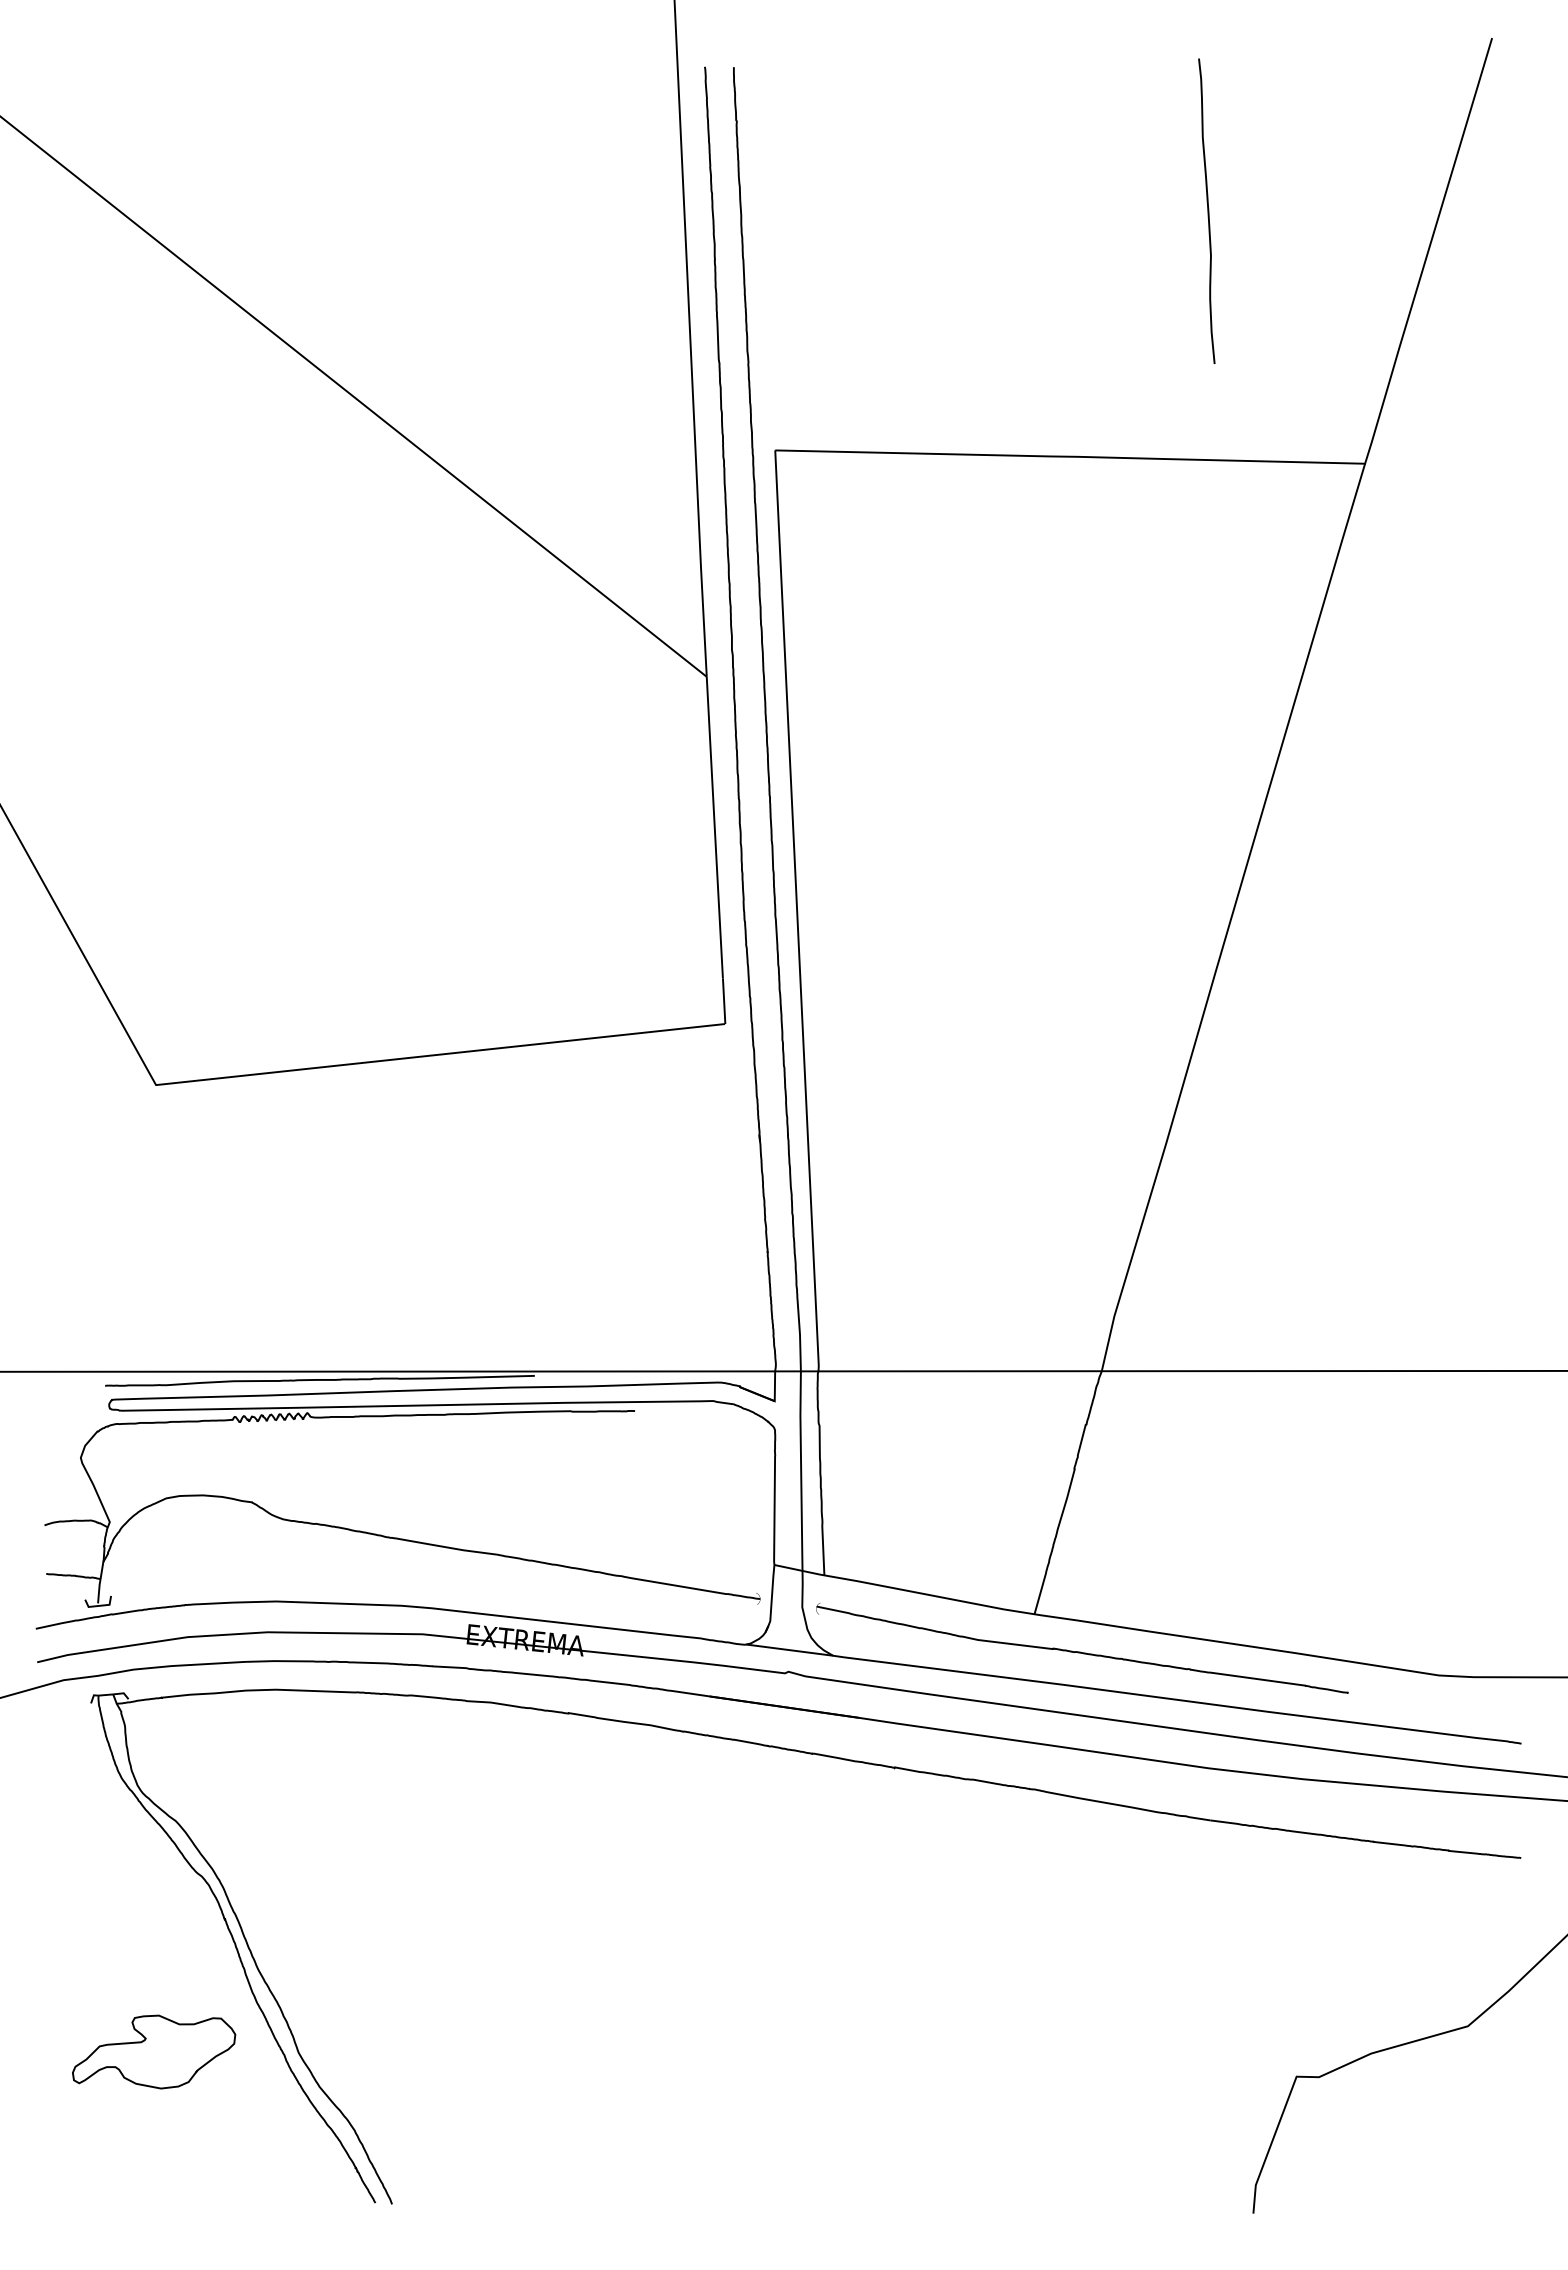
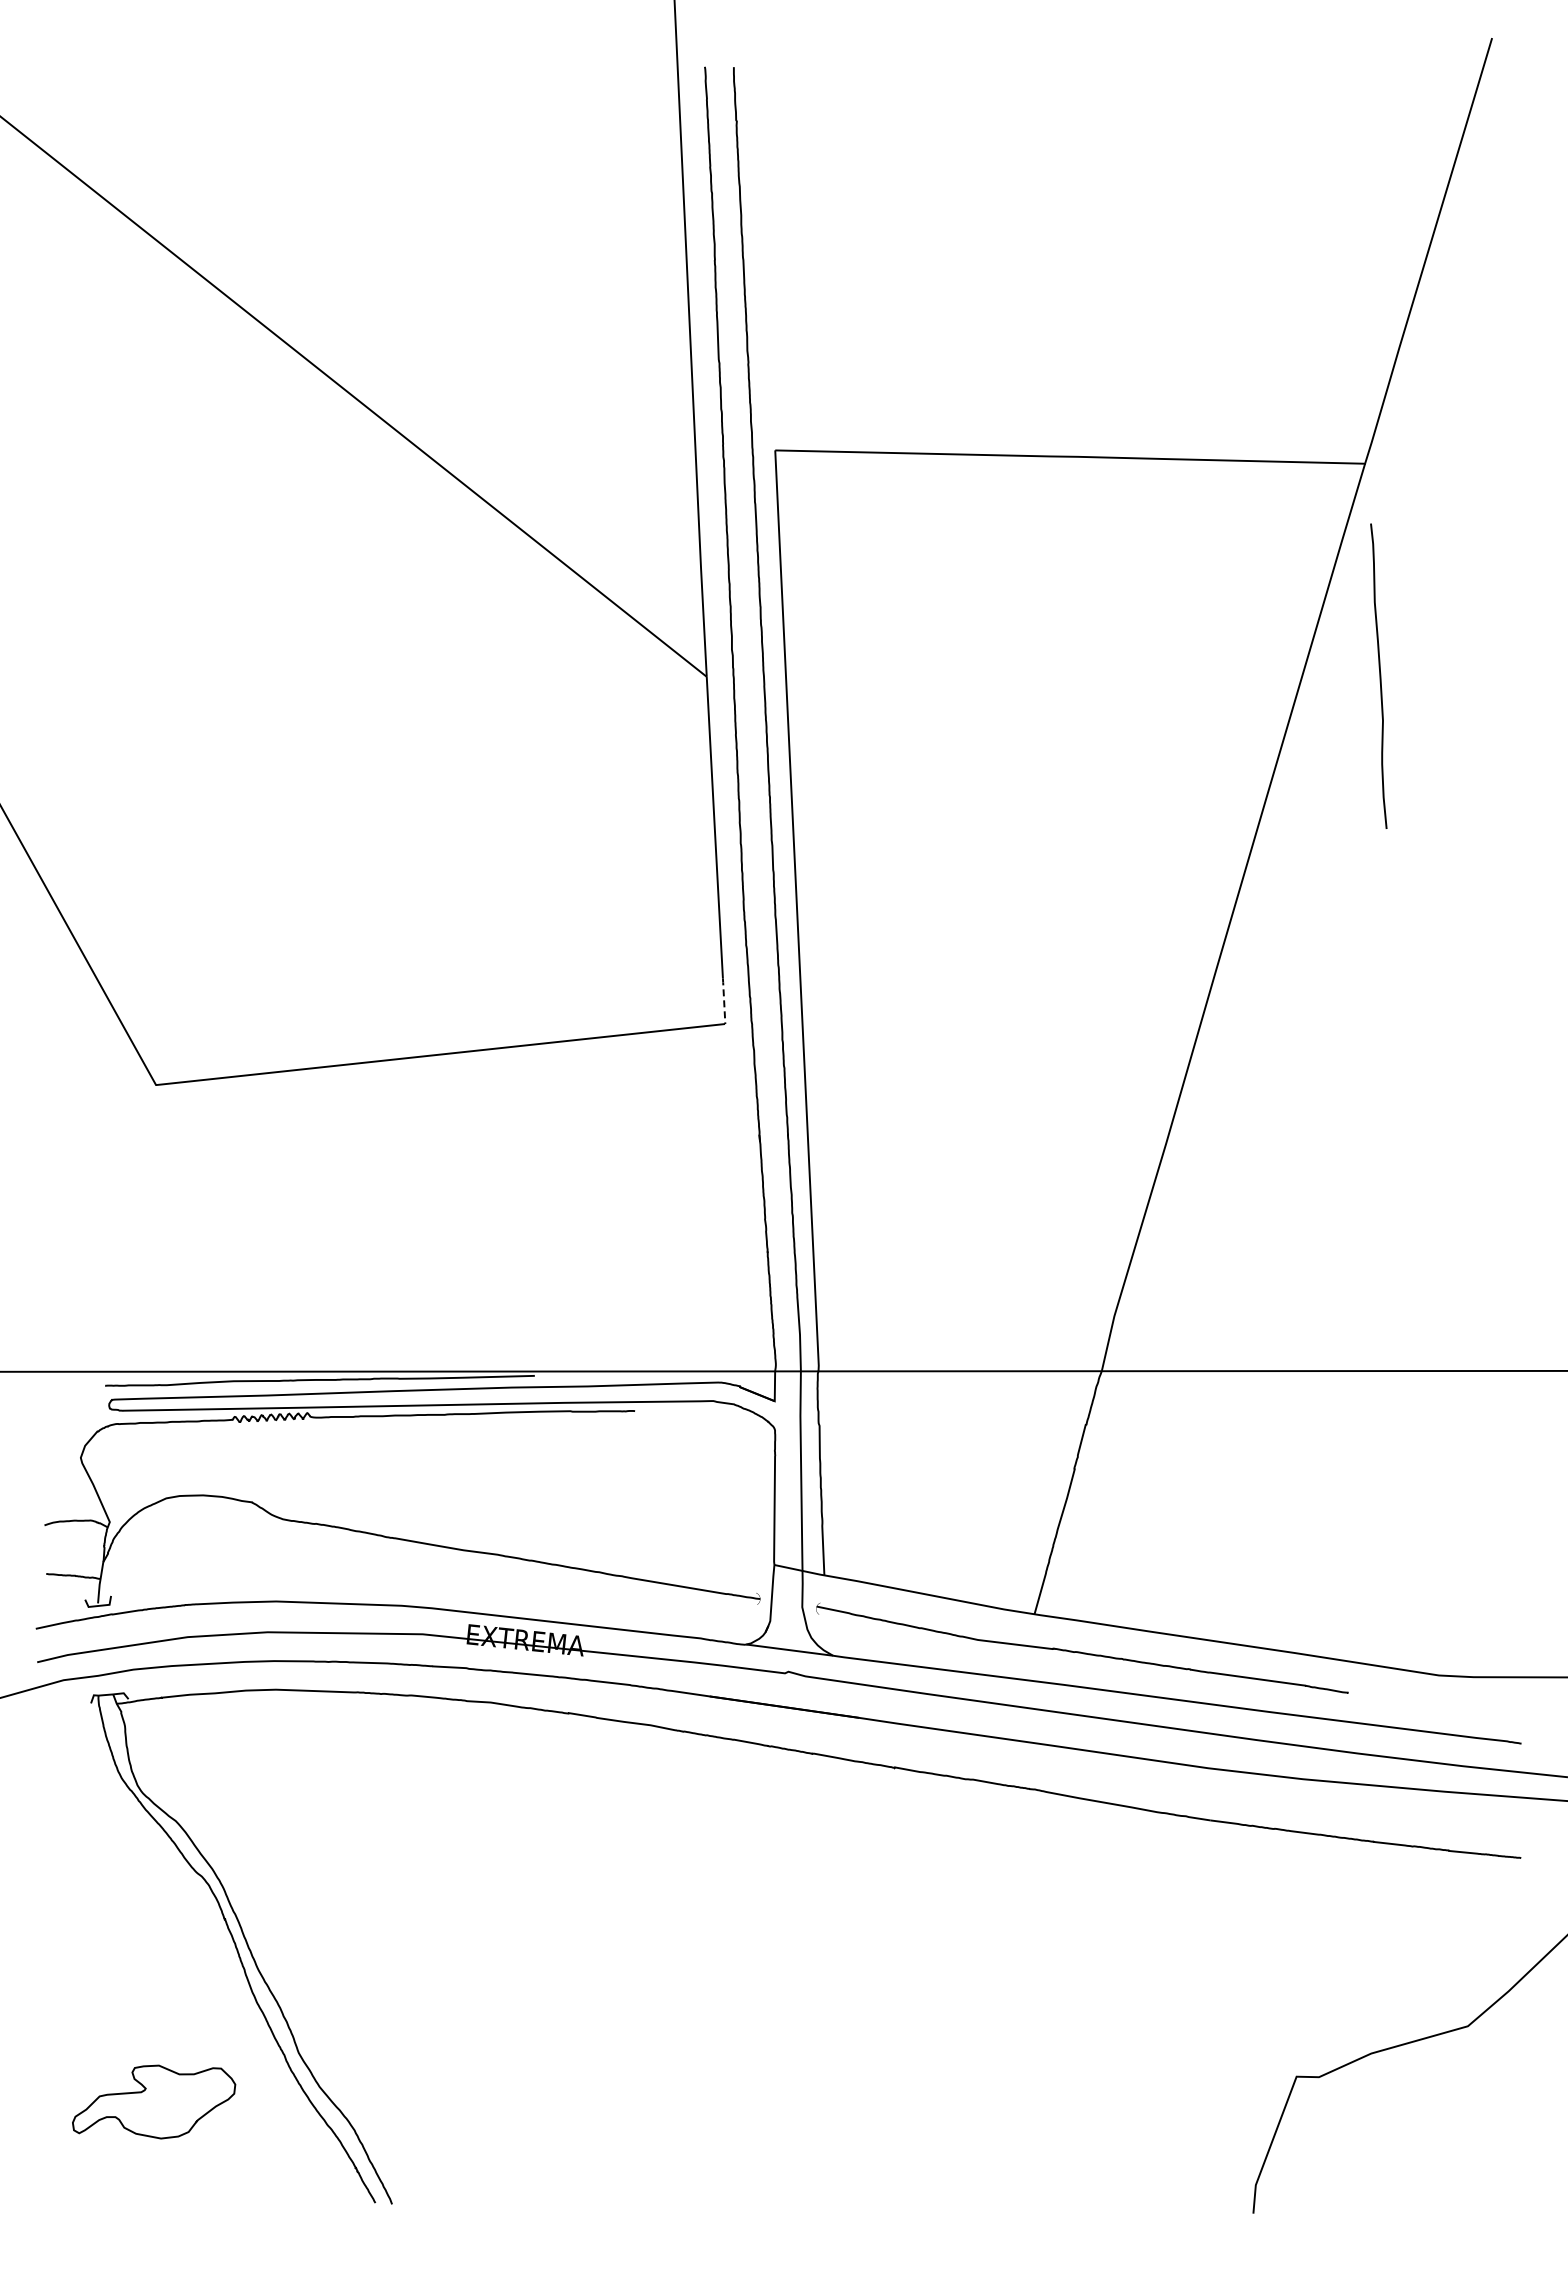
curve at (1207, 210) position: (1207, 210) -> (1379, 675)
line at (724, 1001): solid -> dashed
part at (154, 2051) position: (154, 2051) -> (154, 2101)
